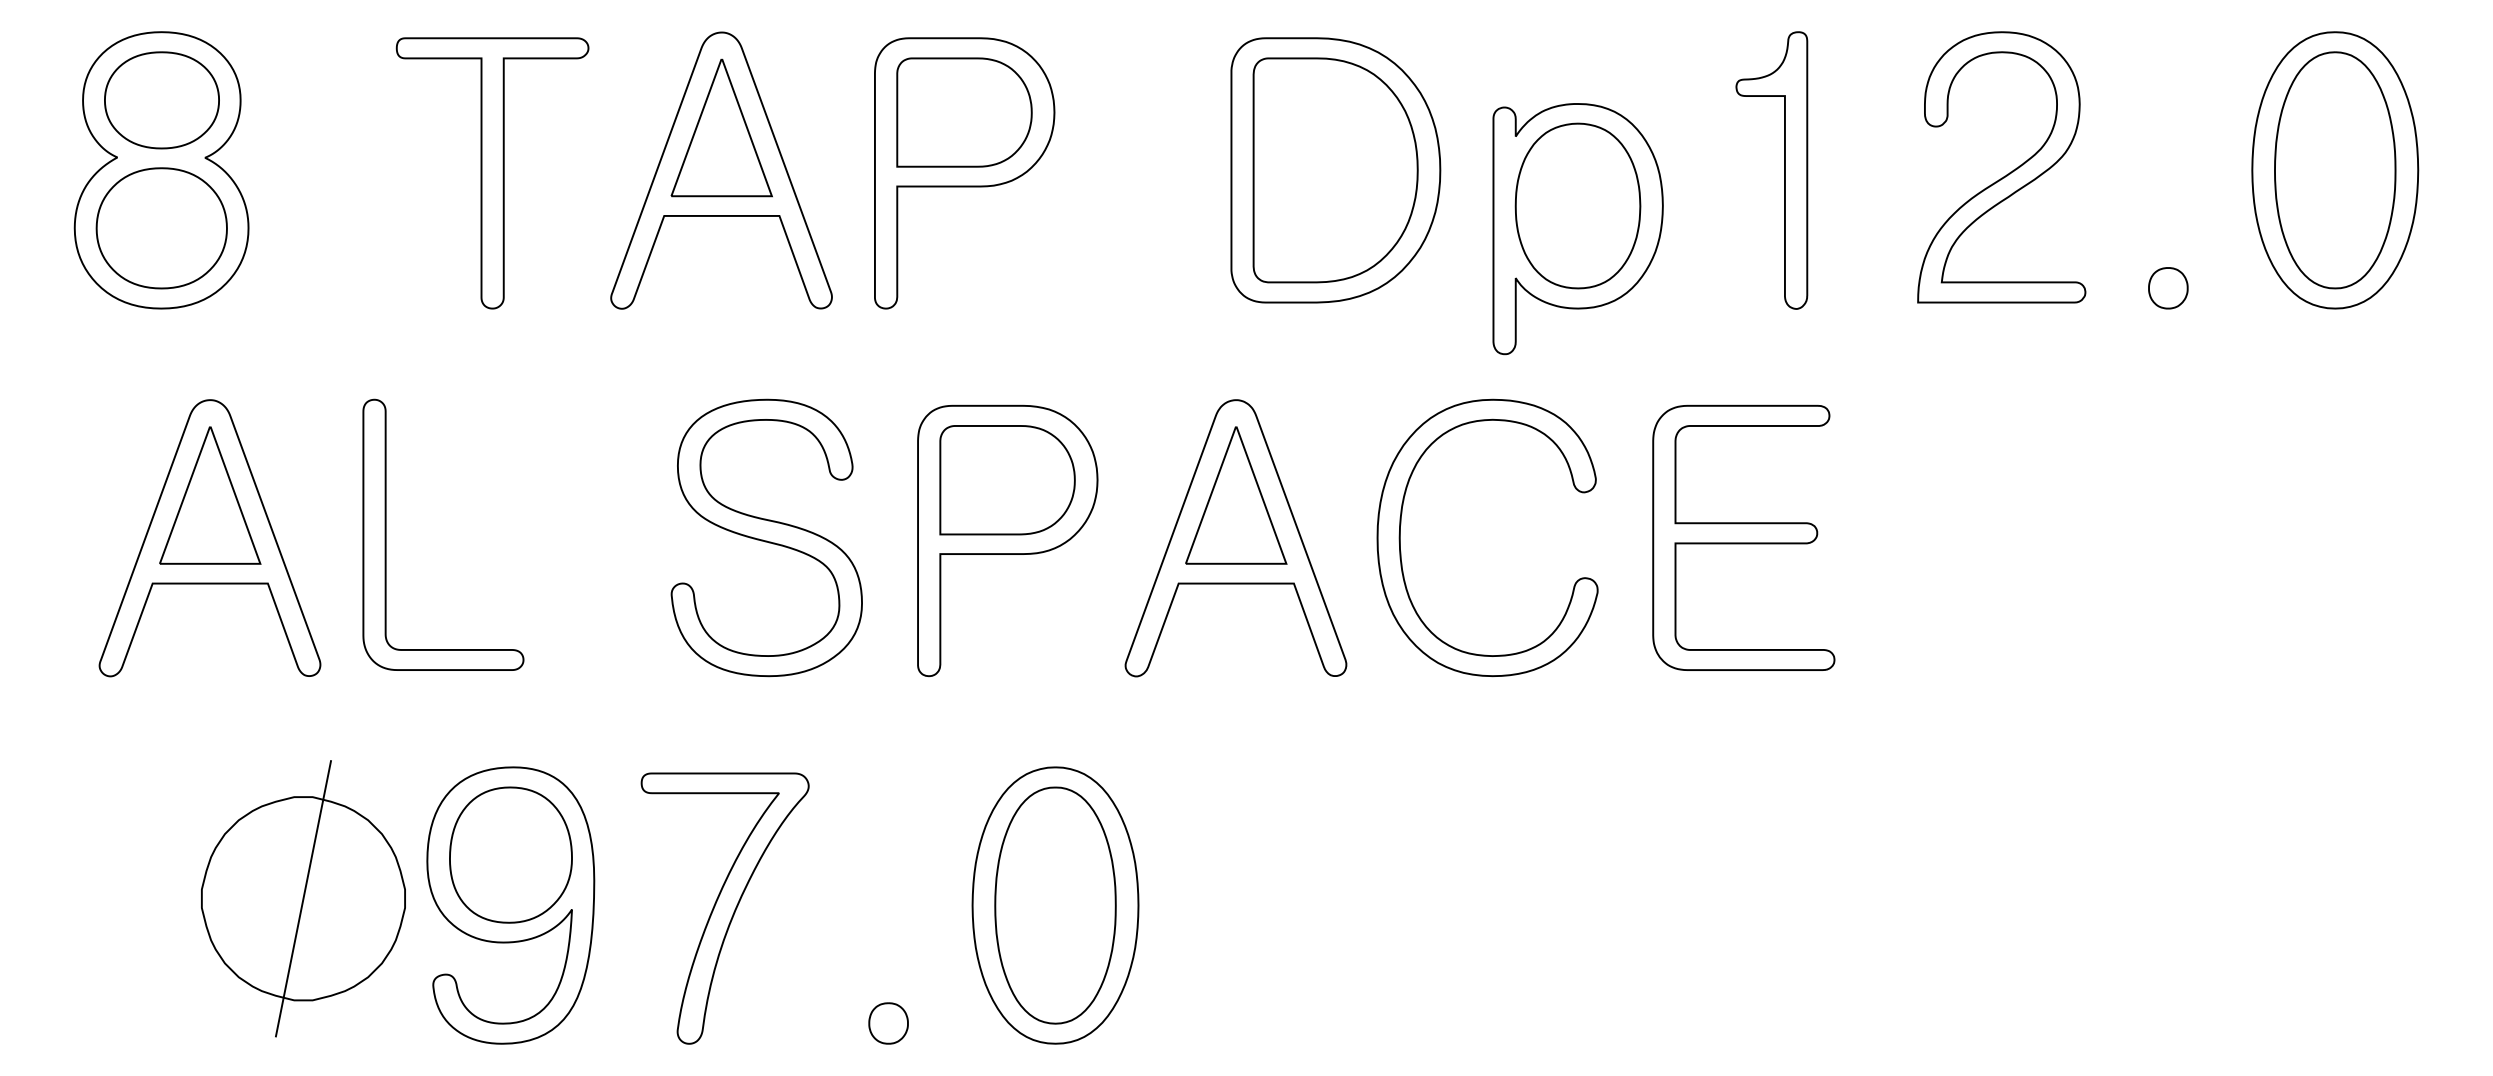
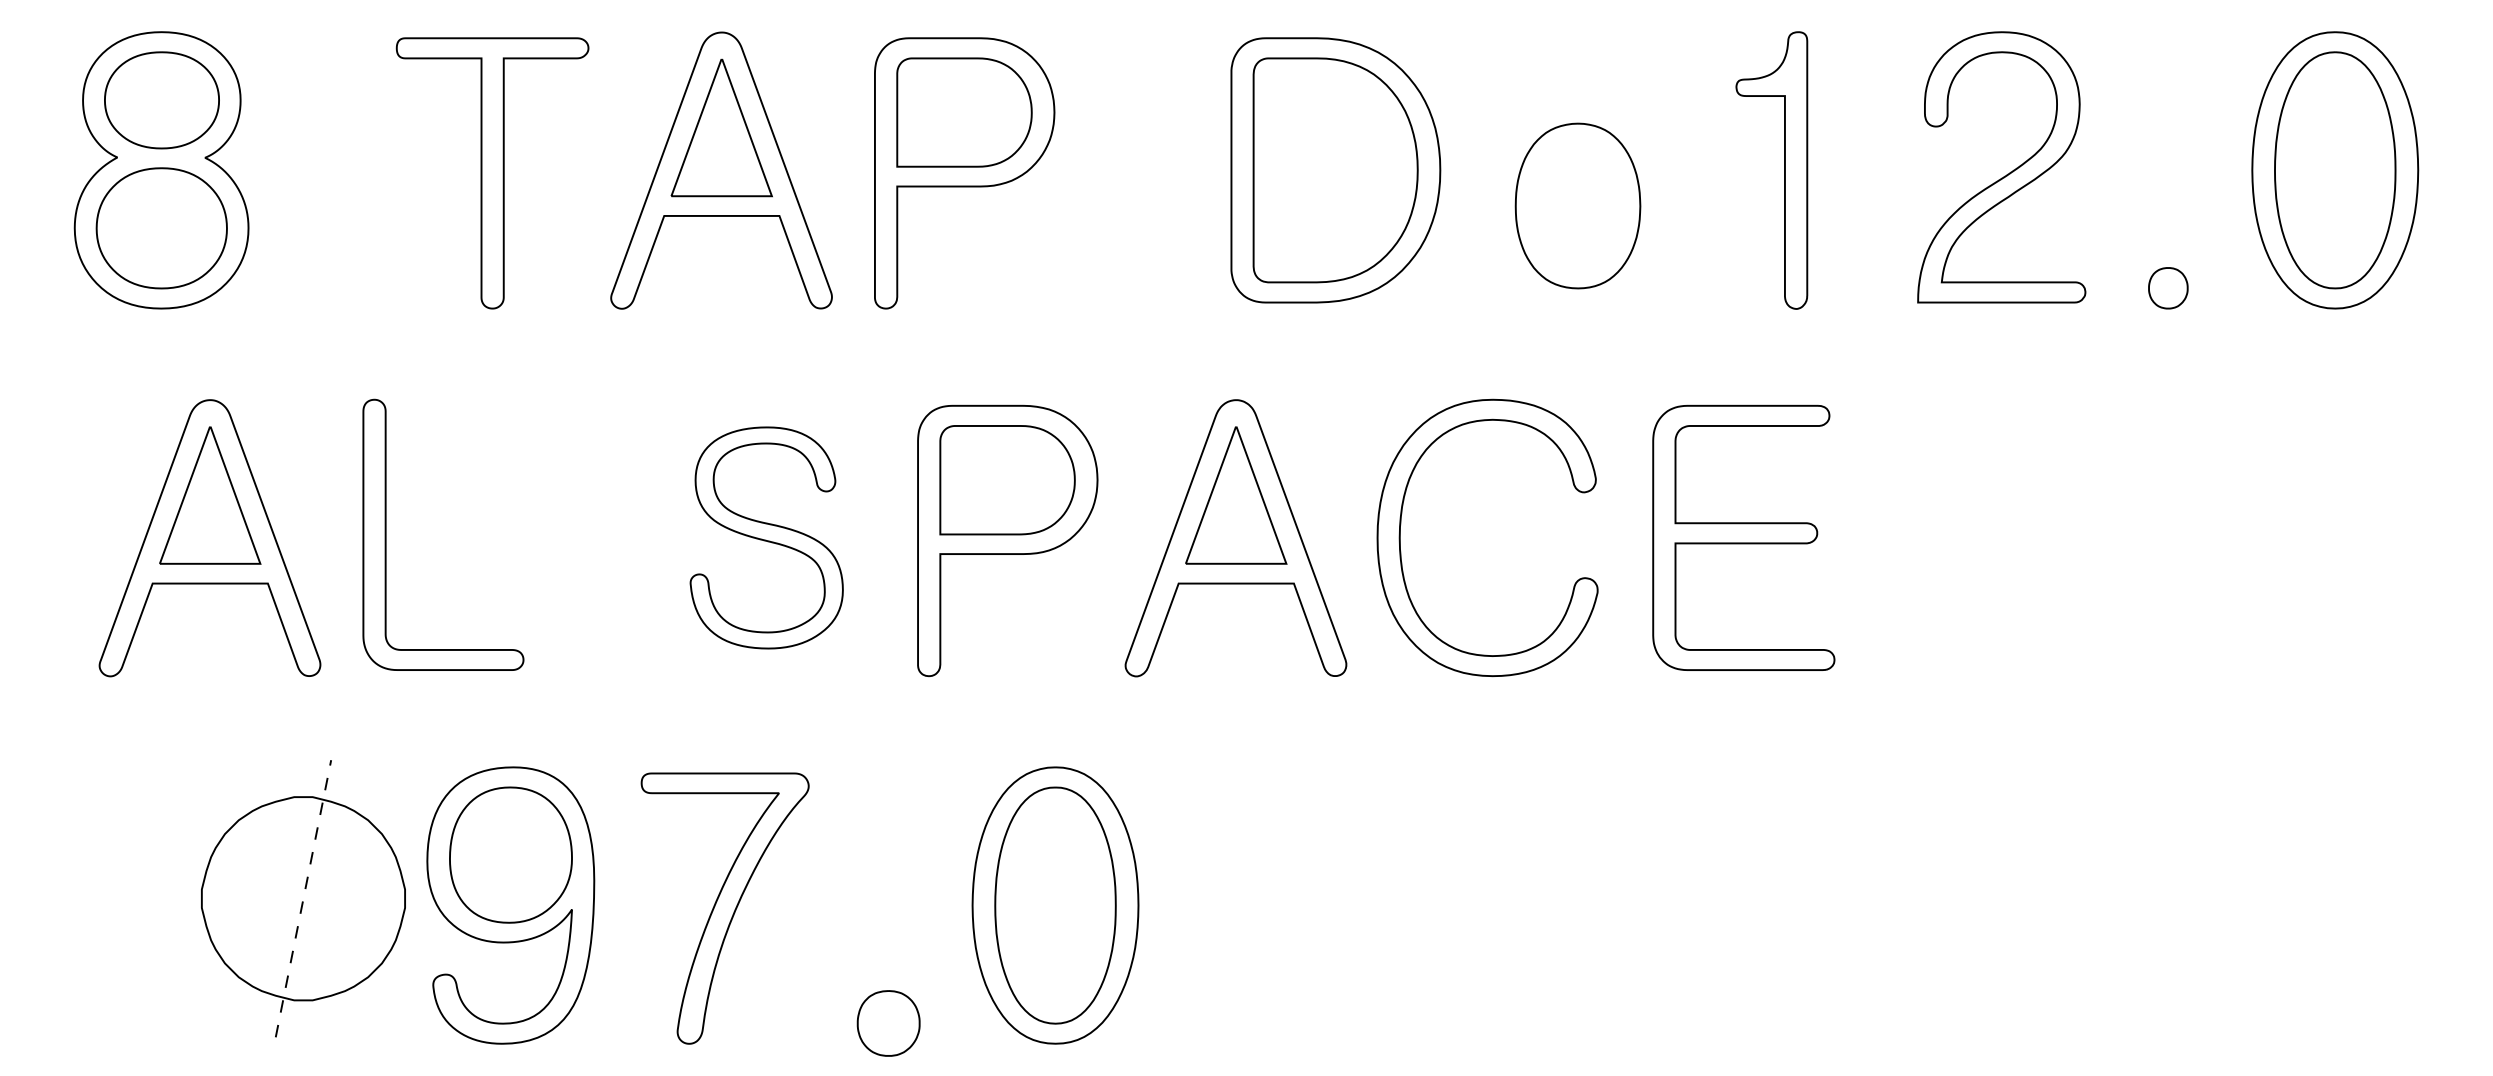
part at (1577, 229): present -> none
part at (766, 537) size: 193x280 px -> 155x224 px
line at (303, 898): solid -> dashed
part at (888, 1023) size: 41x43 px -> 65x67 px
